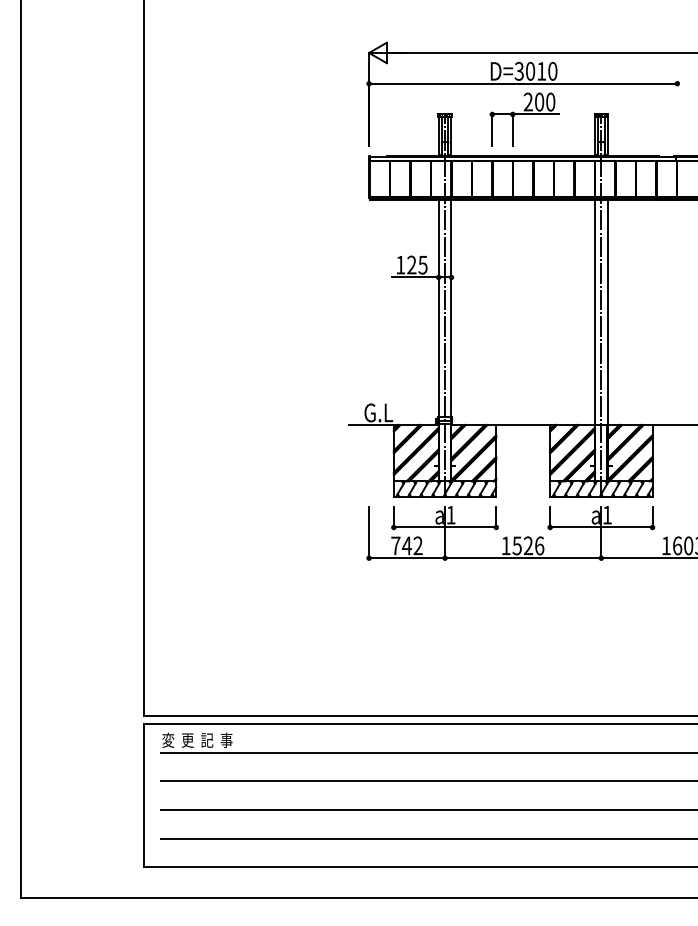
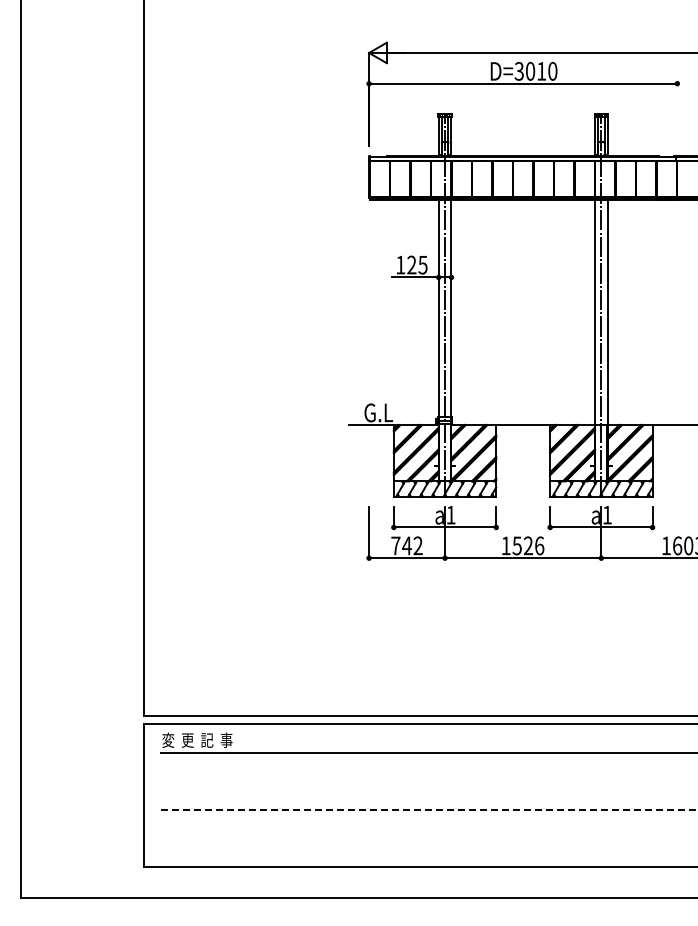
part at (524, 119): present -> none
line at (427, 781): present -> none
line at (429, 810): solid -> dashed
line at (427, 838): present -> none
